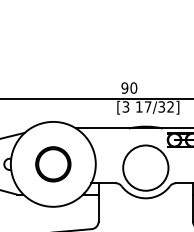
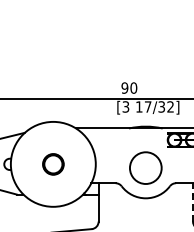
part at (53, 164) size: 37x37 px -> 23x23 px
circle at (145, 167) diameter: 45 px -> 32 px
line at (193, 201): solid -> dashed
